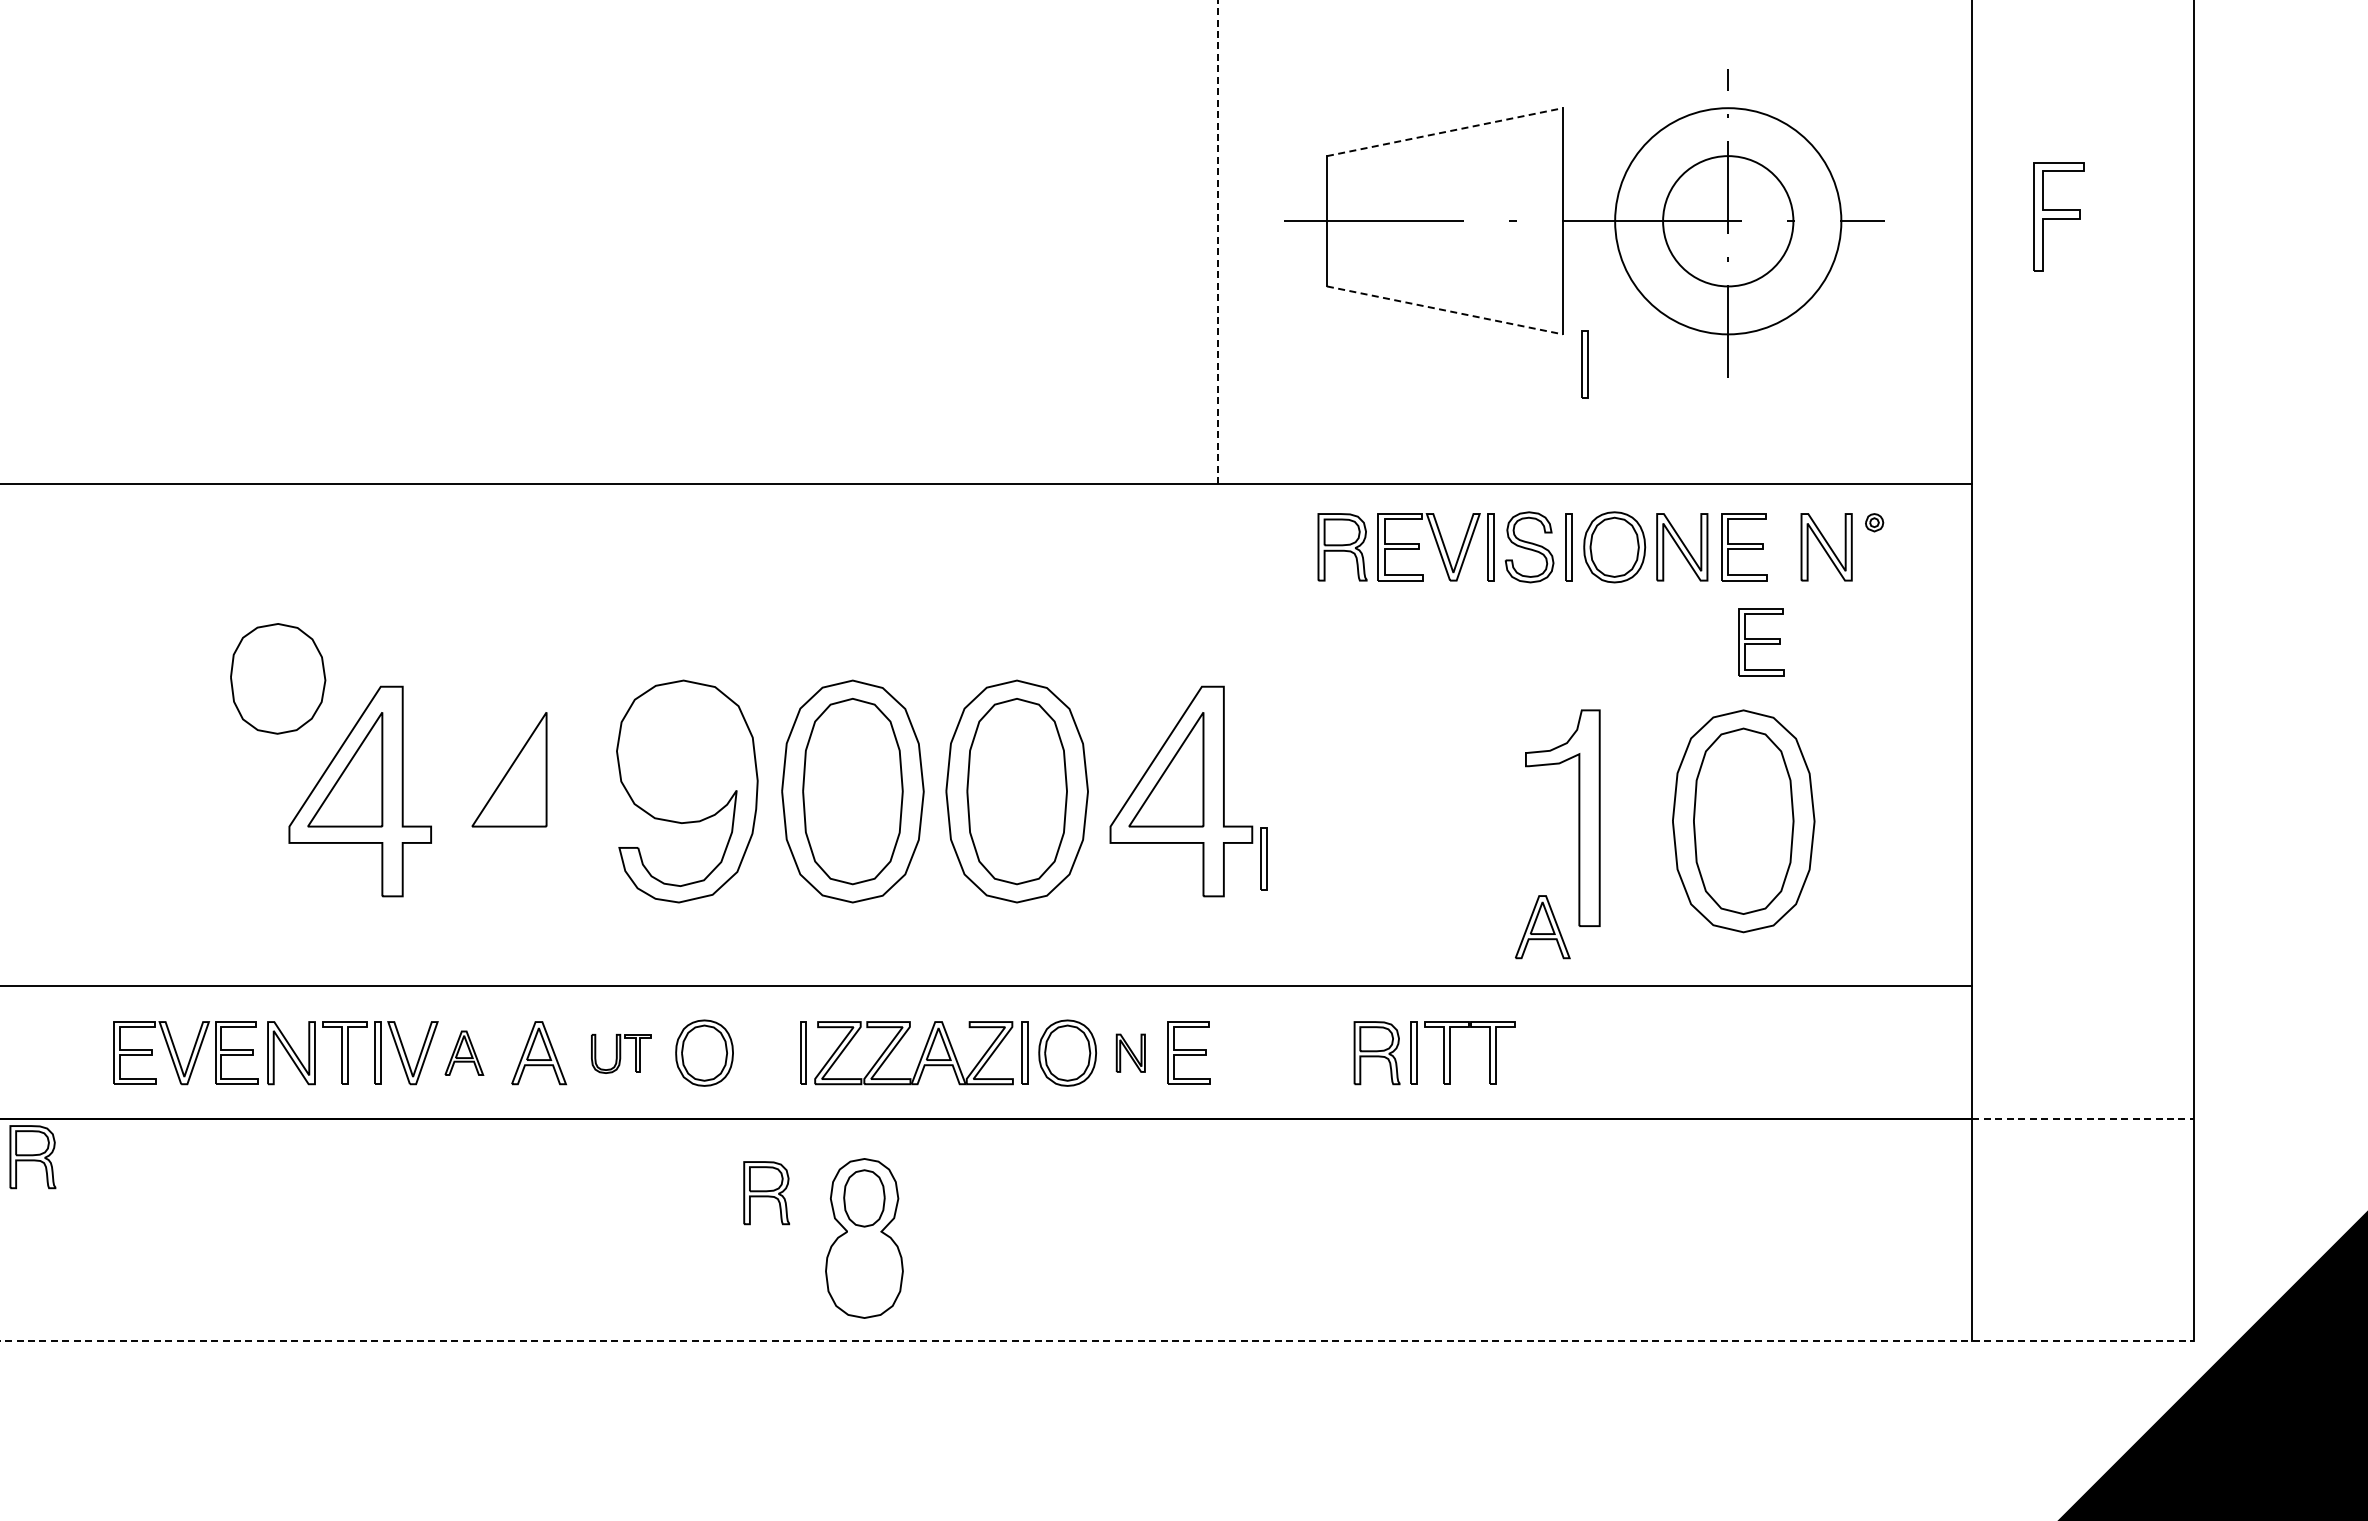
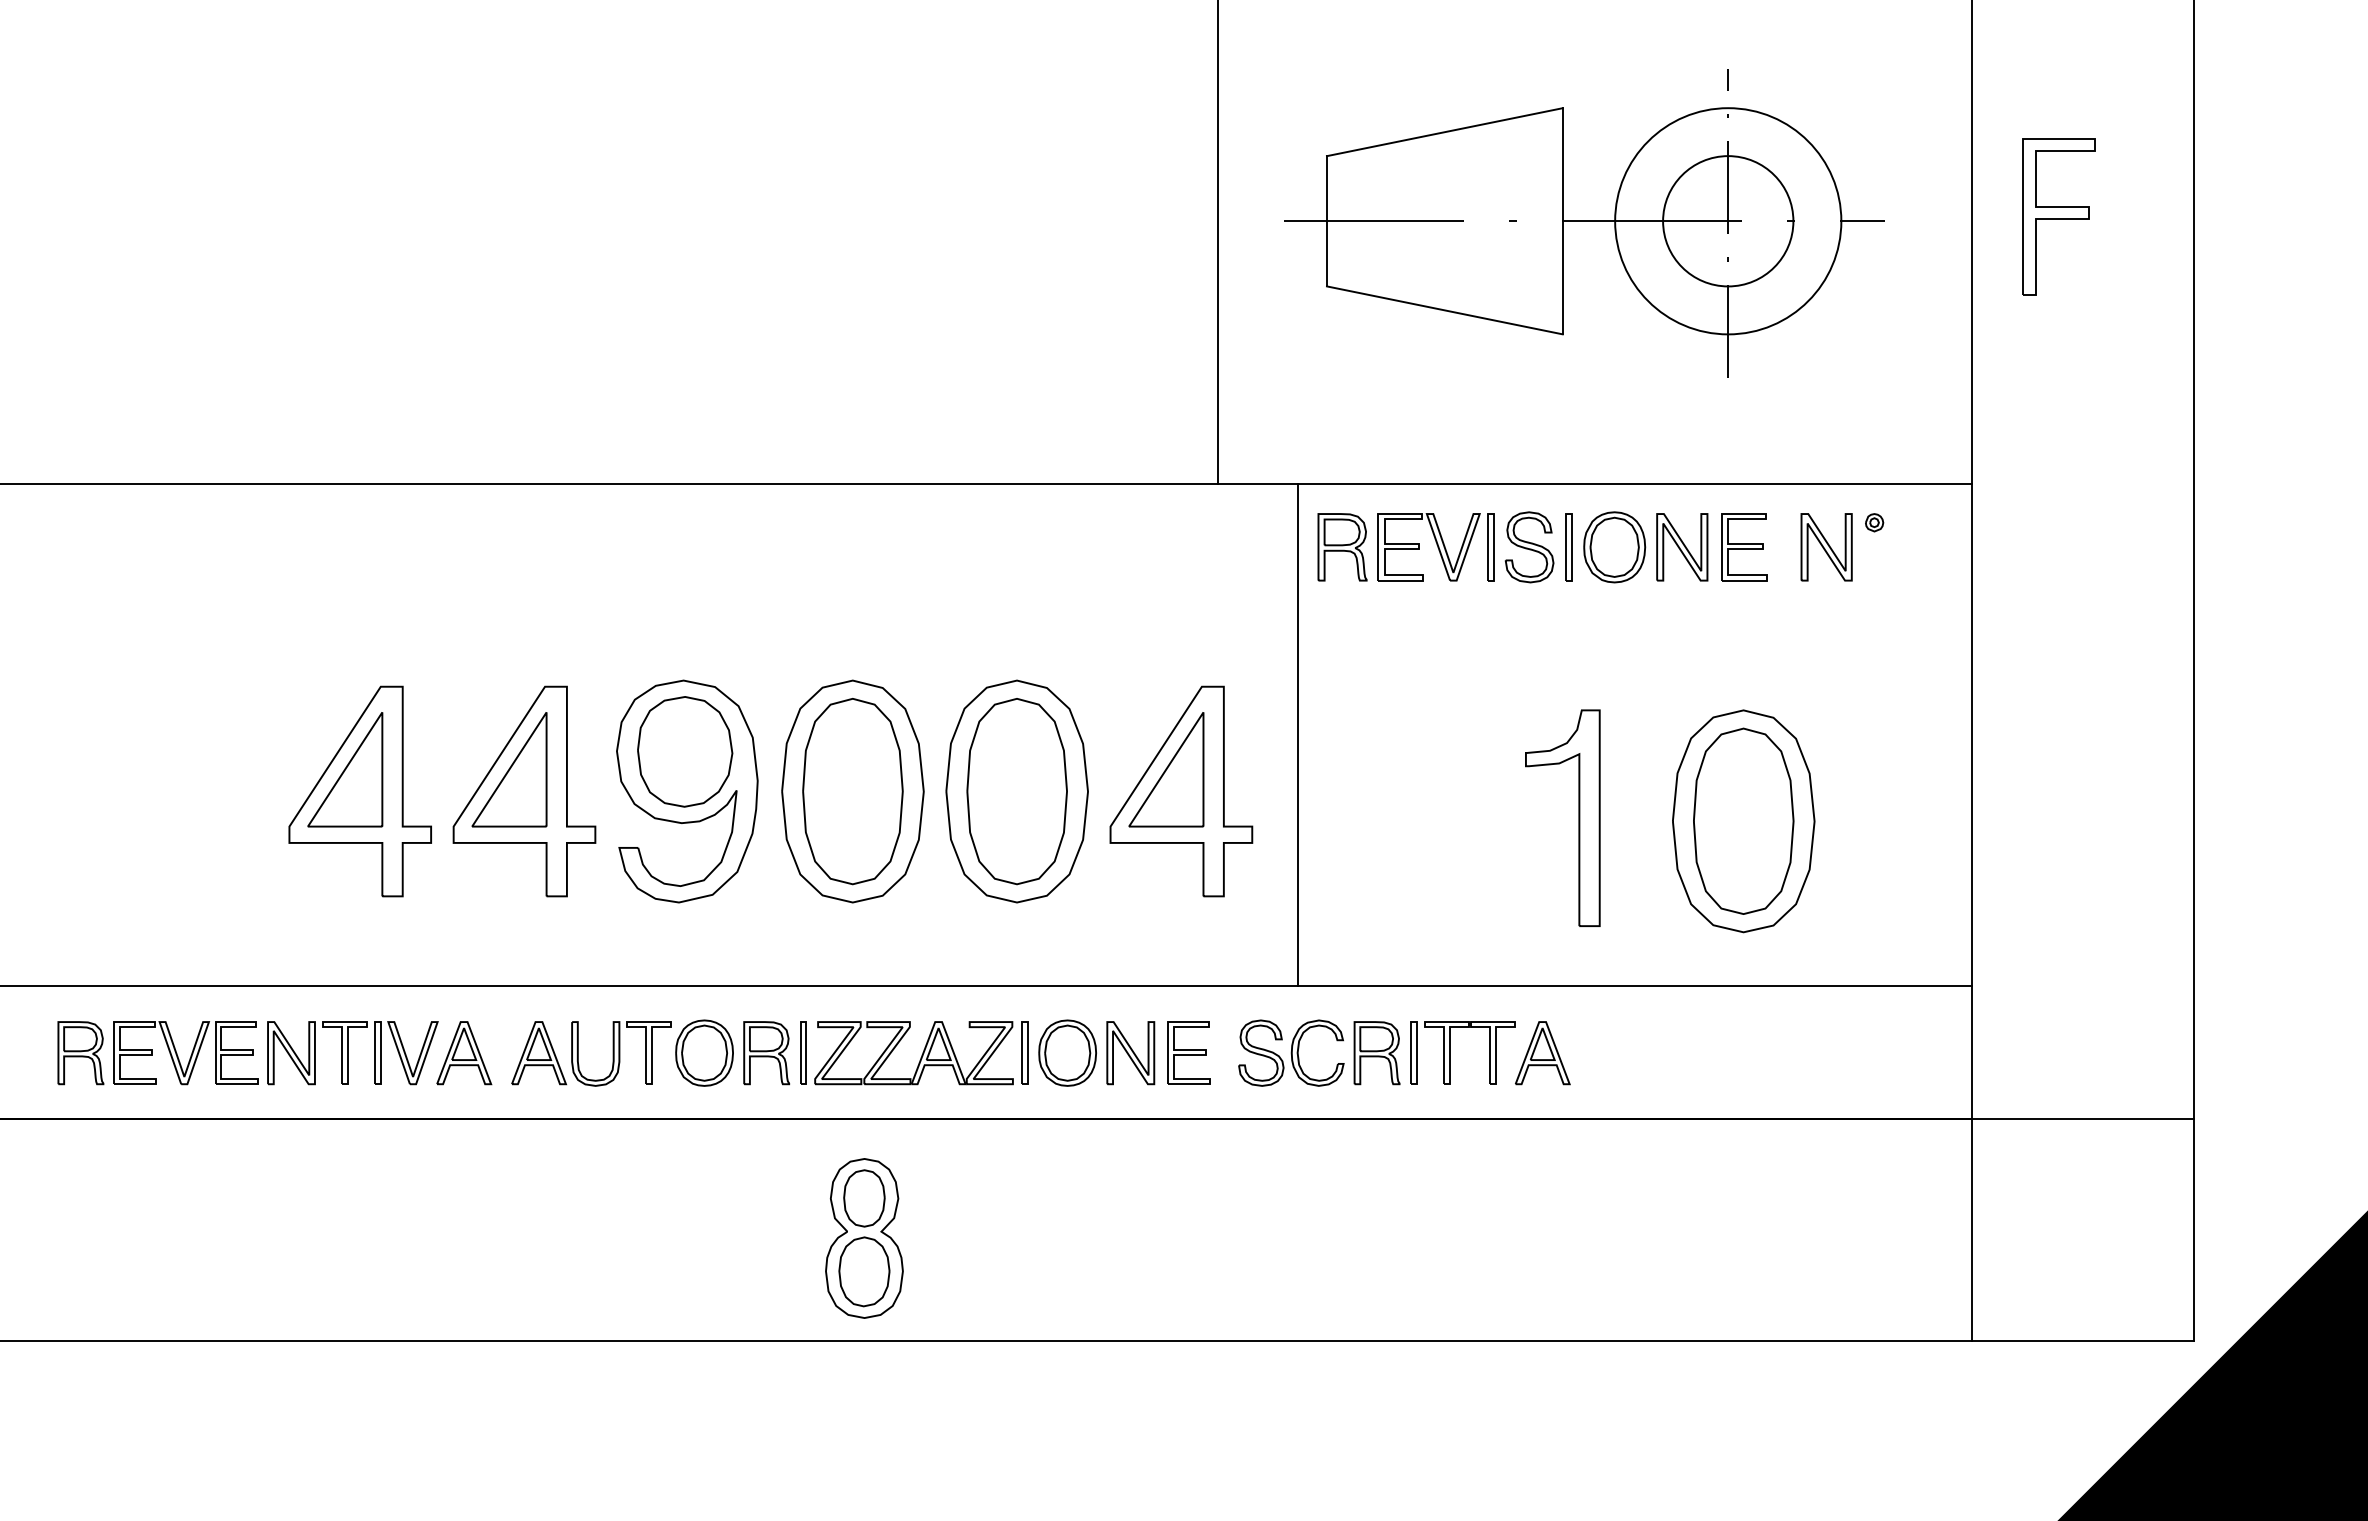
line at (1445, 132): dashed -> solid
part at (2058, 216) size: 52x110 px -> 74x158 px
line at (1217, 242): dashed -> solid
line at (1445, 310): dashed -> solid
part at (1584, 364): present -> none
part at (1761, 642): present -> none
part at (278, 678) position: (278, 678) -> (685, 751)
line at (1297, 734): none -> present
part at (524, 791): none -> present
part at (1263, 858): present -> none
part at (1542, 927) position: (1542, 927) -> (1542, 1053)
part at (464, 1052) size: 41x46 px -> 57x65 px
part at (1130, 1052) size: 31x40 px -> 50x65 px
part at (1291, 1052): none -> present
part at (621, 1053) size: 61x40 px -> 101x66 px
line at (2083, 1118): dashed -> solid
part at (32, 1157) position: (32, 1157) -> (80, 1053)
part at (766, 1193) position: (766, 1193) -> (766, 1053)
part at (864, 1271): none -> present
line at (1097, 1340): dashed -> solid
